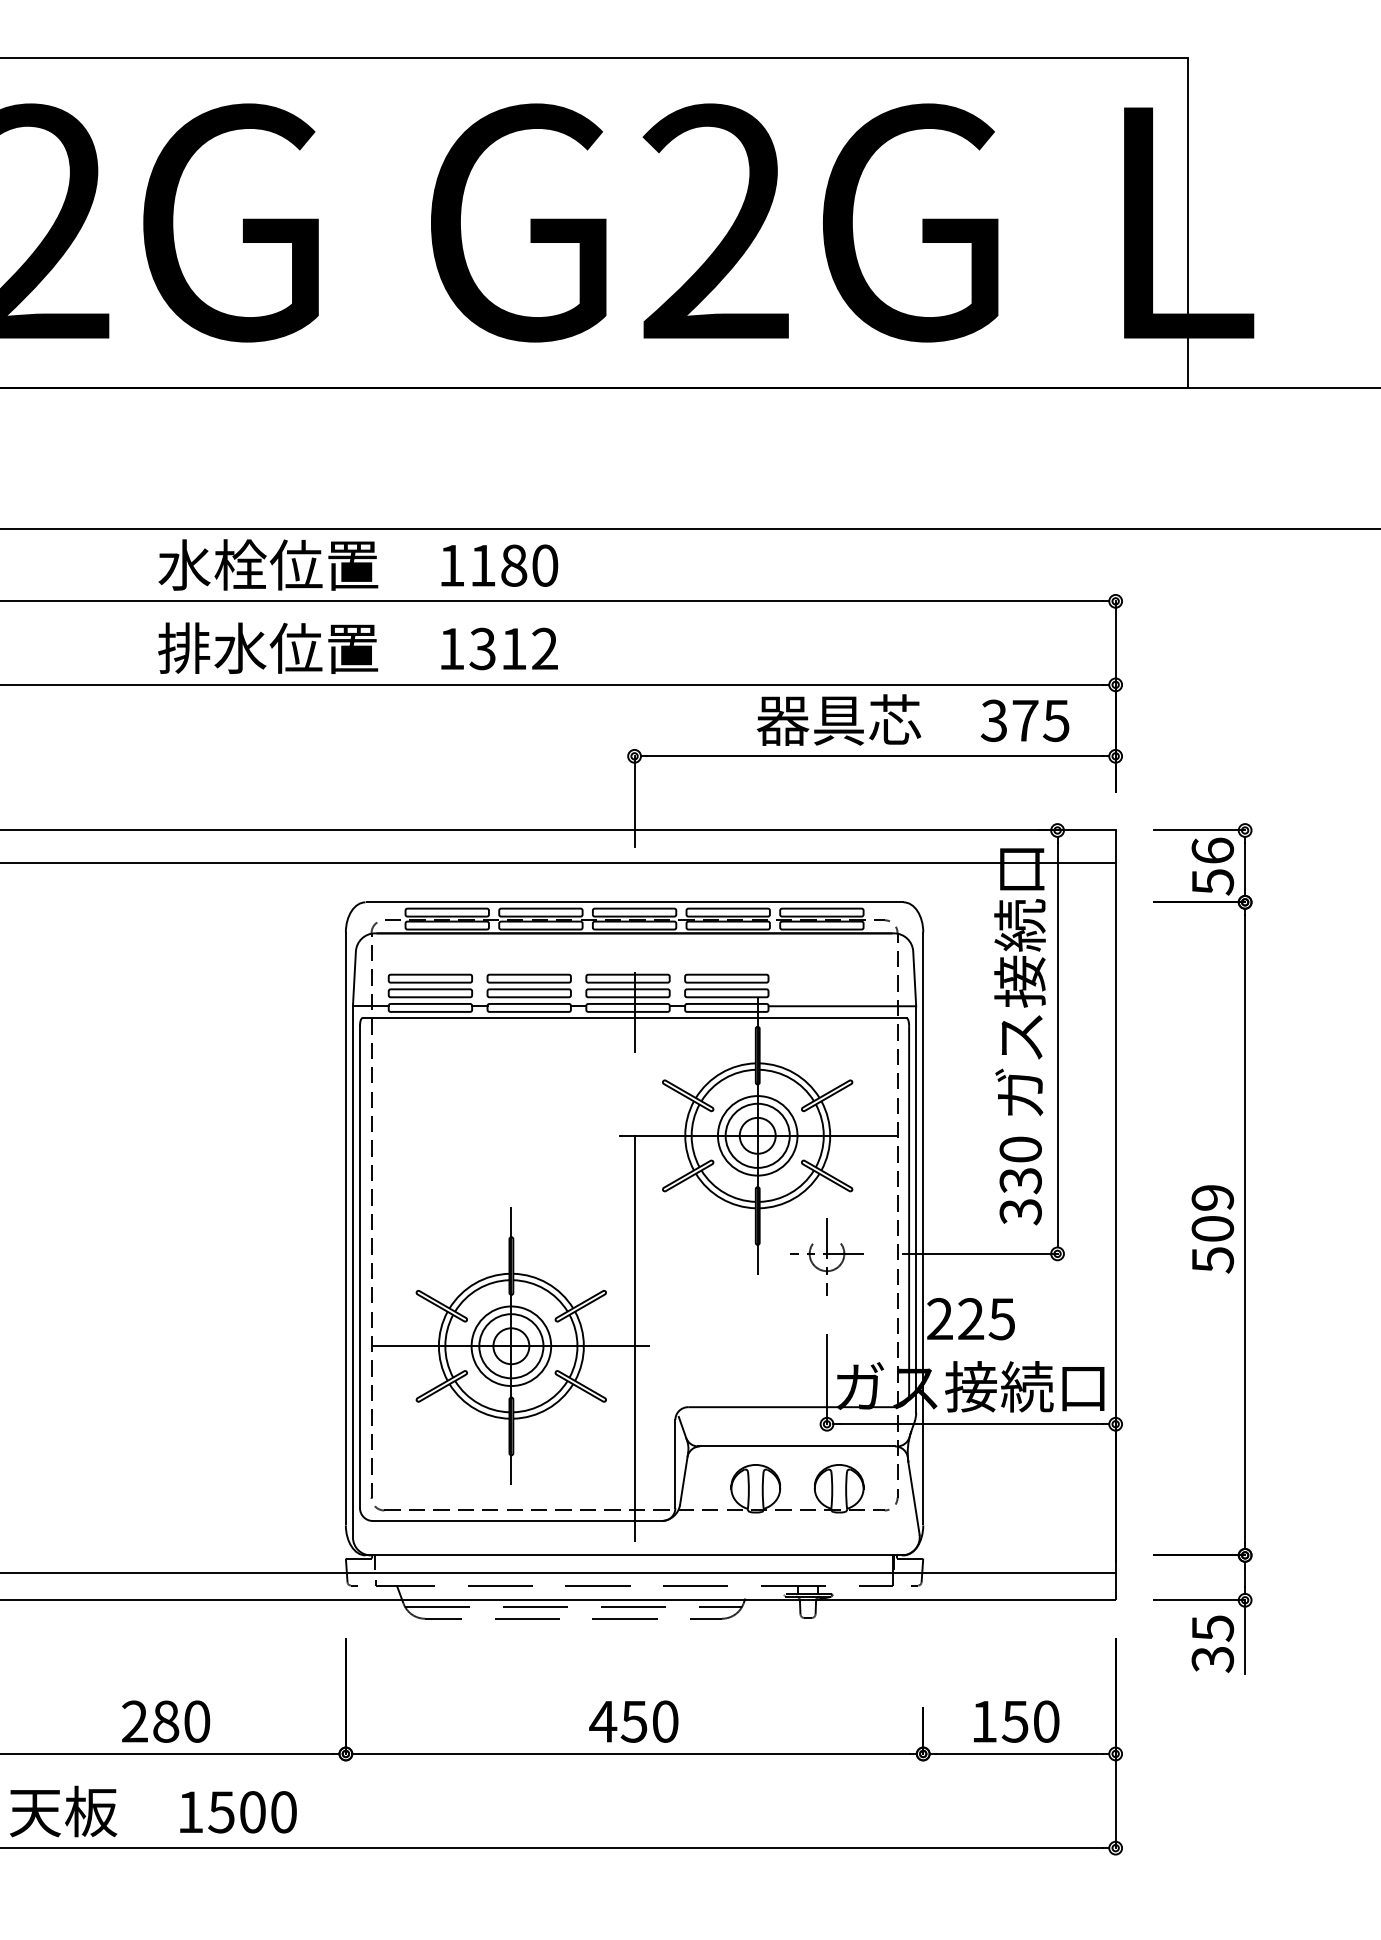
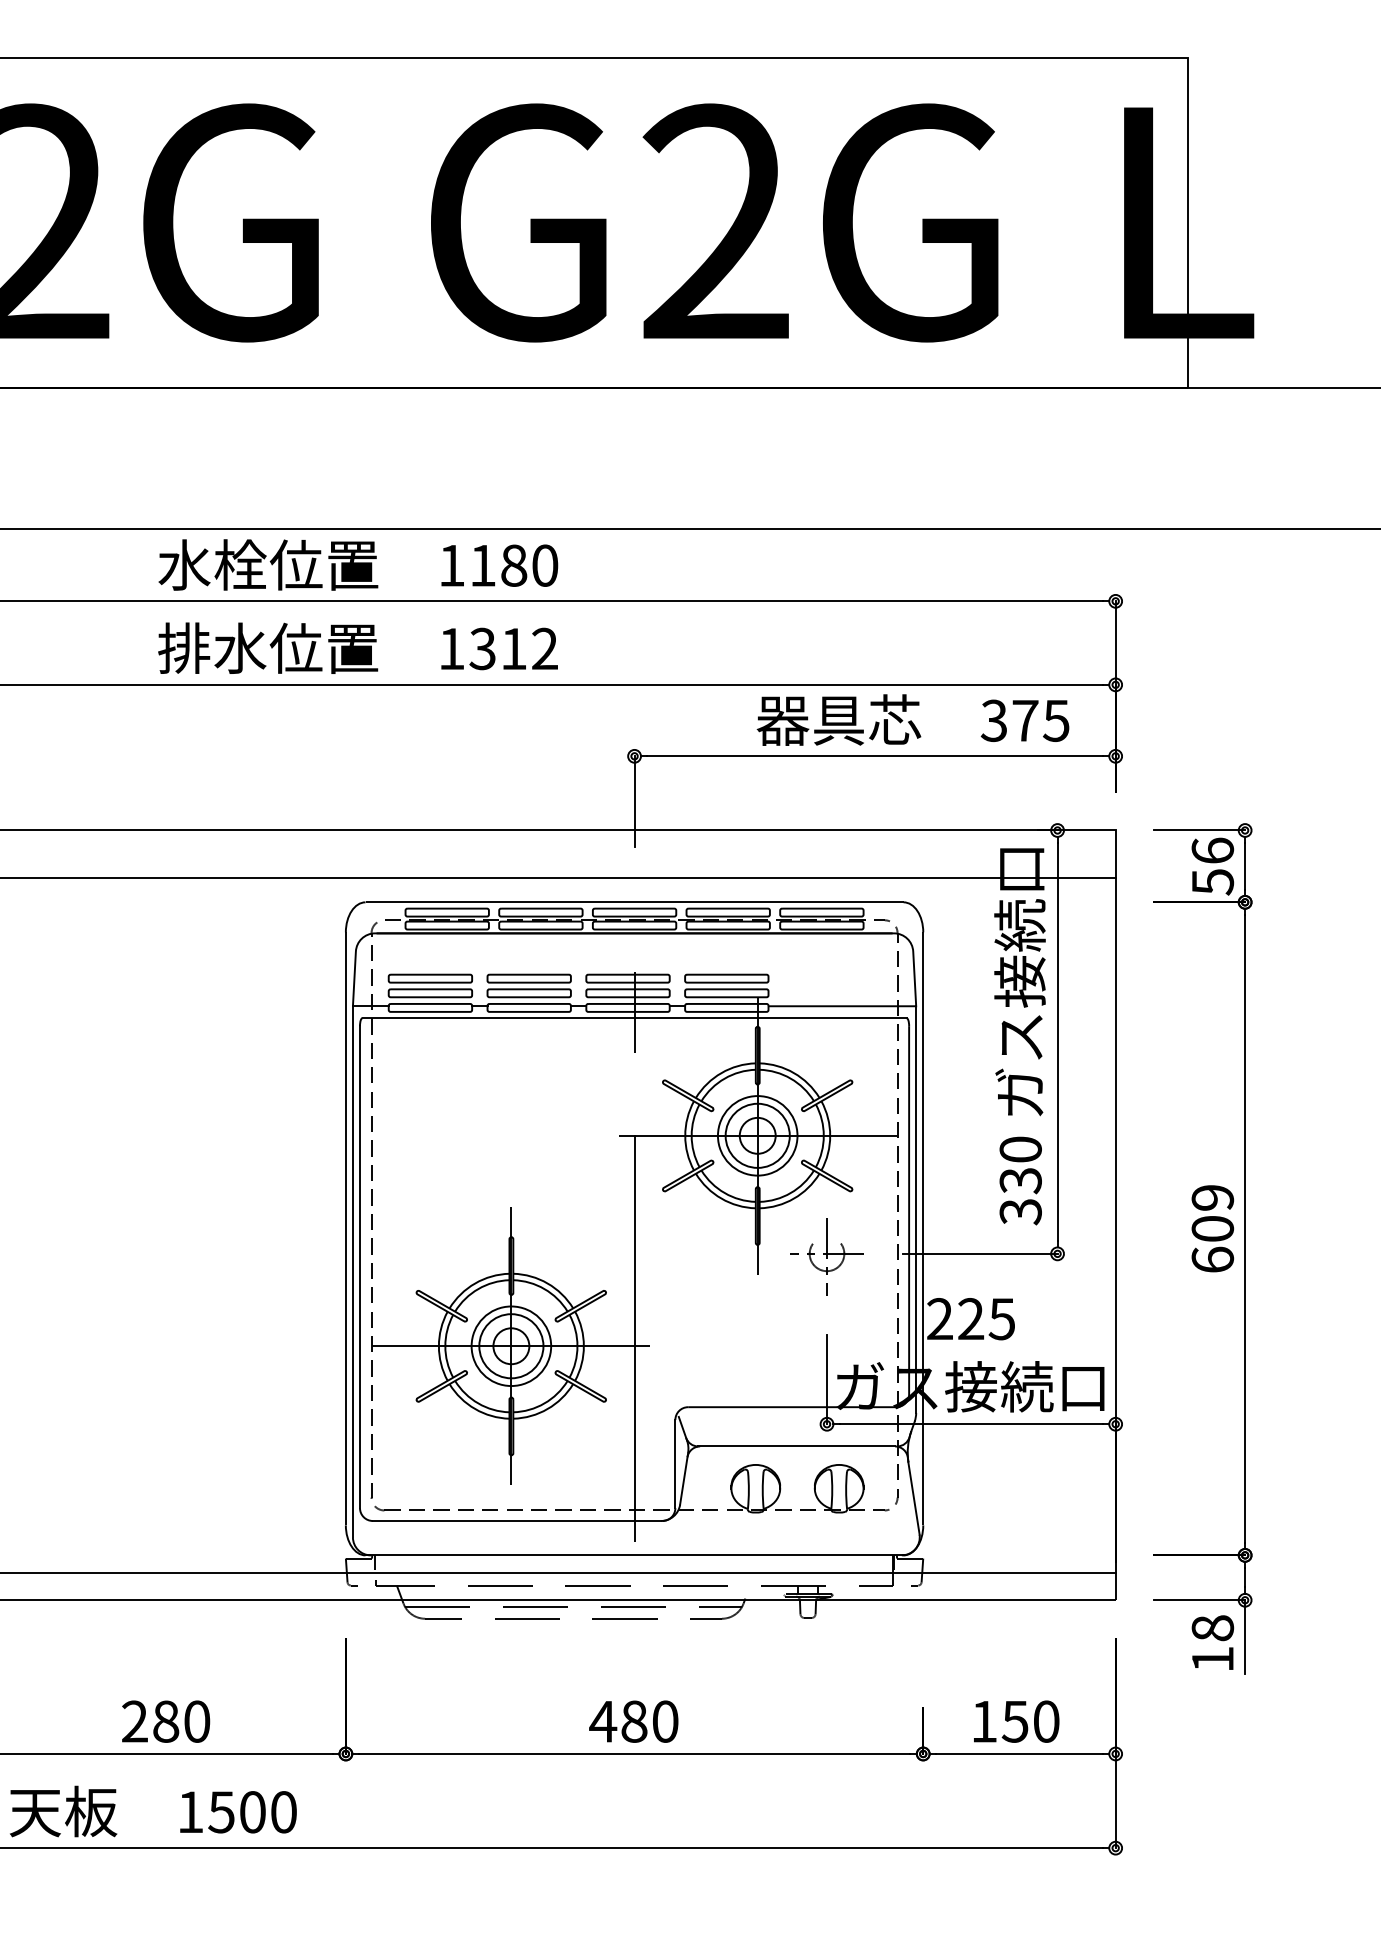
line at (558, 862) position: (558, 862) -> (558, 877)
text at (1212, 1259): 509 -> 609
text at (1212, 1643): 35 -> 18
text at (633, 1721): 450 -> 480
